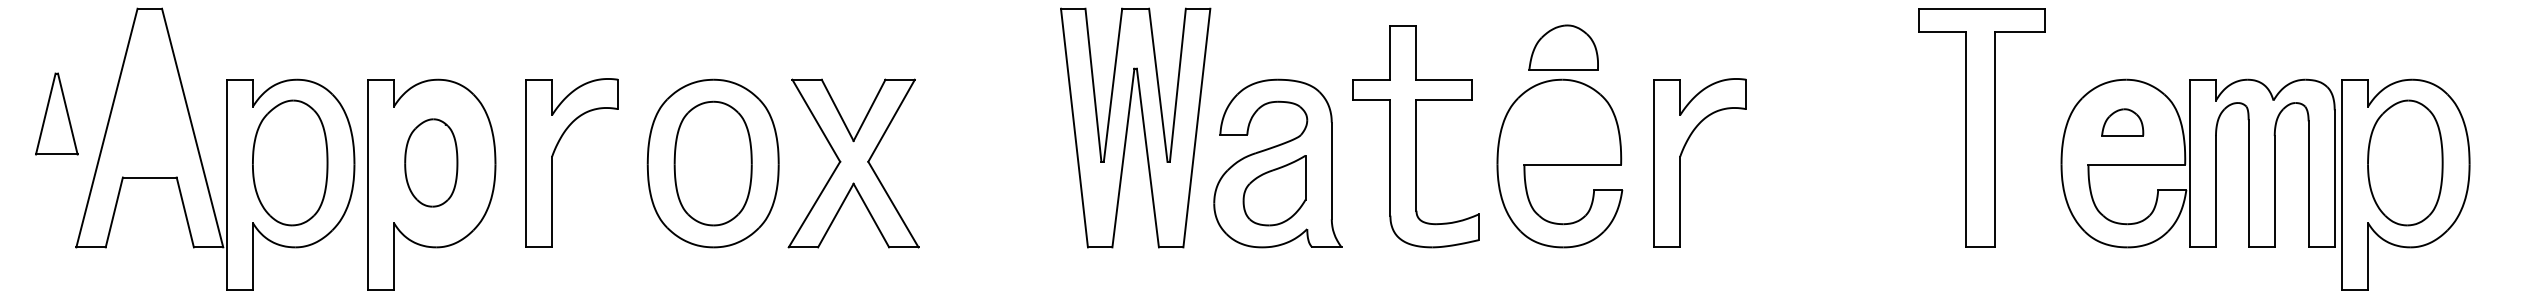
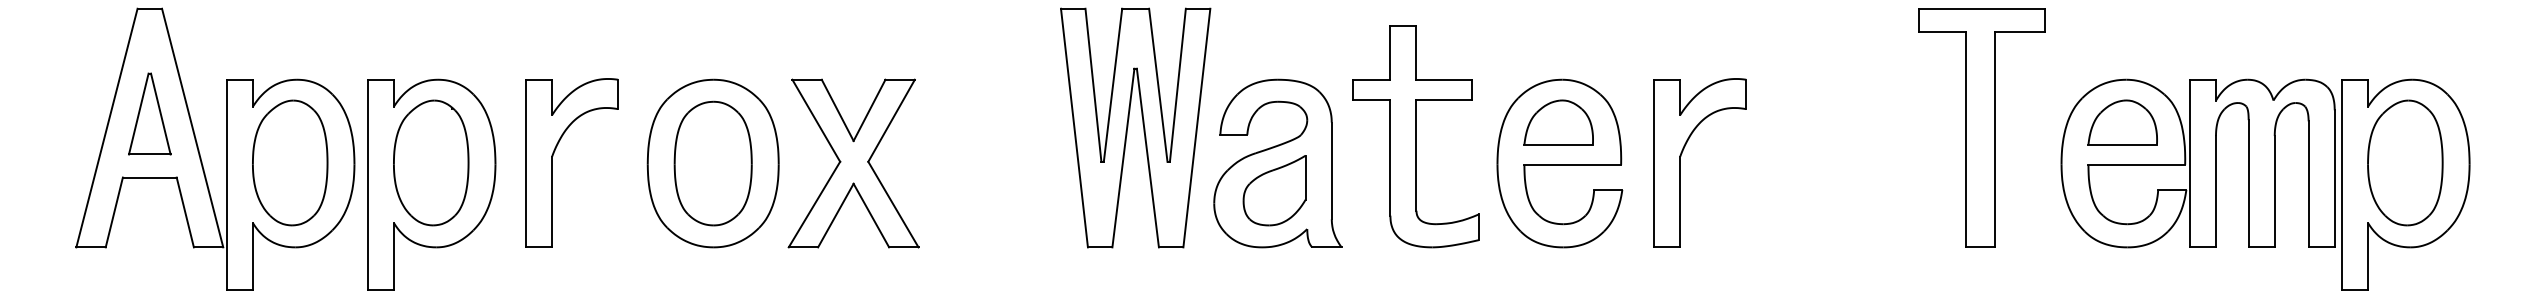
part at (1563, 47) position: (1563, 47) -> (1558, 122)
part at (56, 113) position: (56, 113) -> (149, 113)
part at (2122, 122) size: 44x29 px -> 71x47 px
part at (431, 162) size: 55x90 px -> 77x128 px
